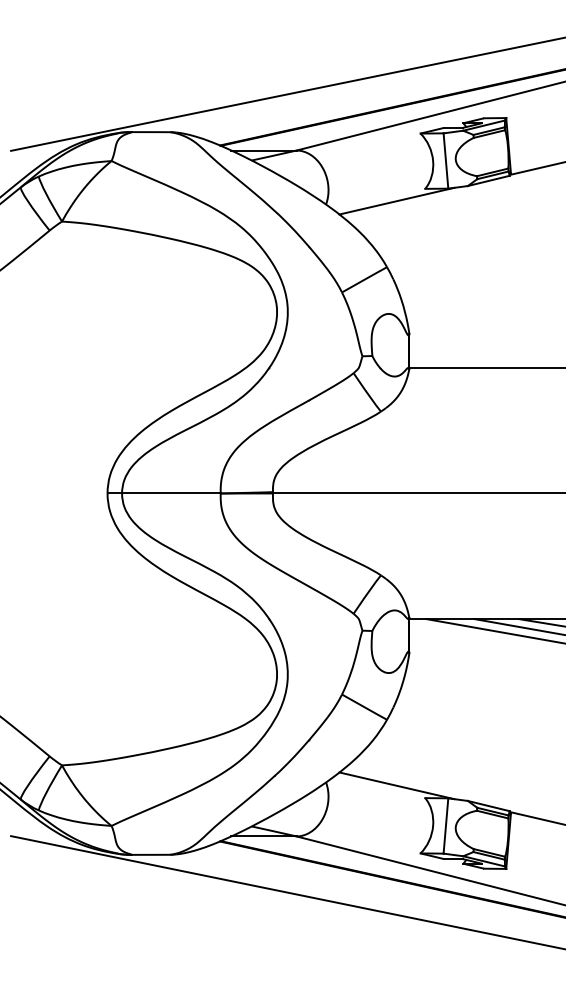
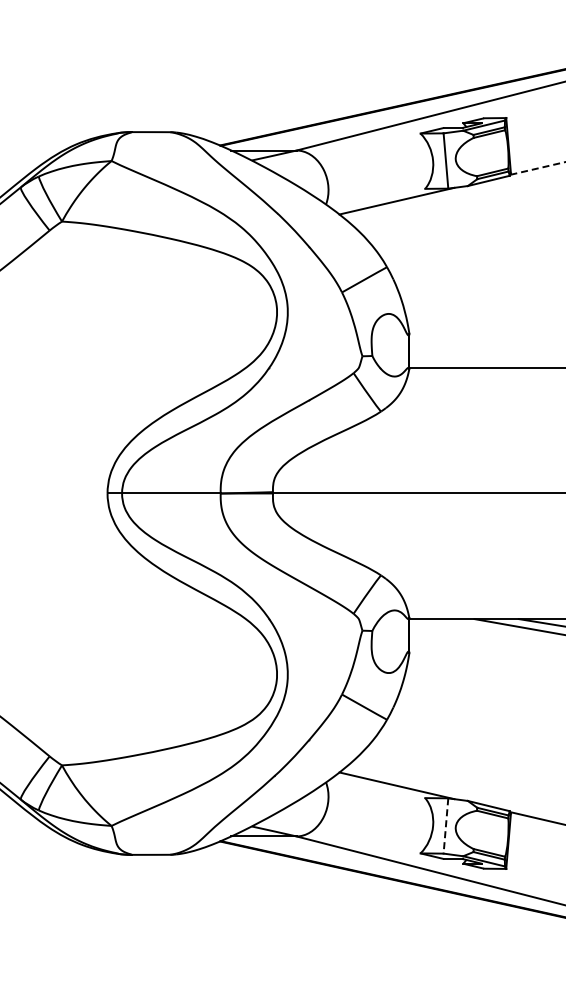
line at (286, 94): present -> none
line at (537, 168): solid -> dashed
line at (494, 631): present -> none
line at (445, 825): solid -> dashed
line at (286, 892): present -> none
